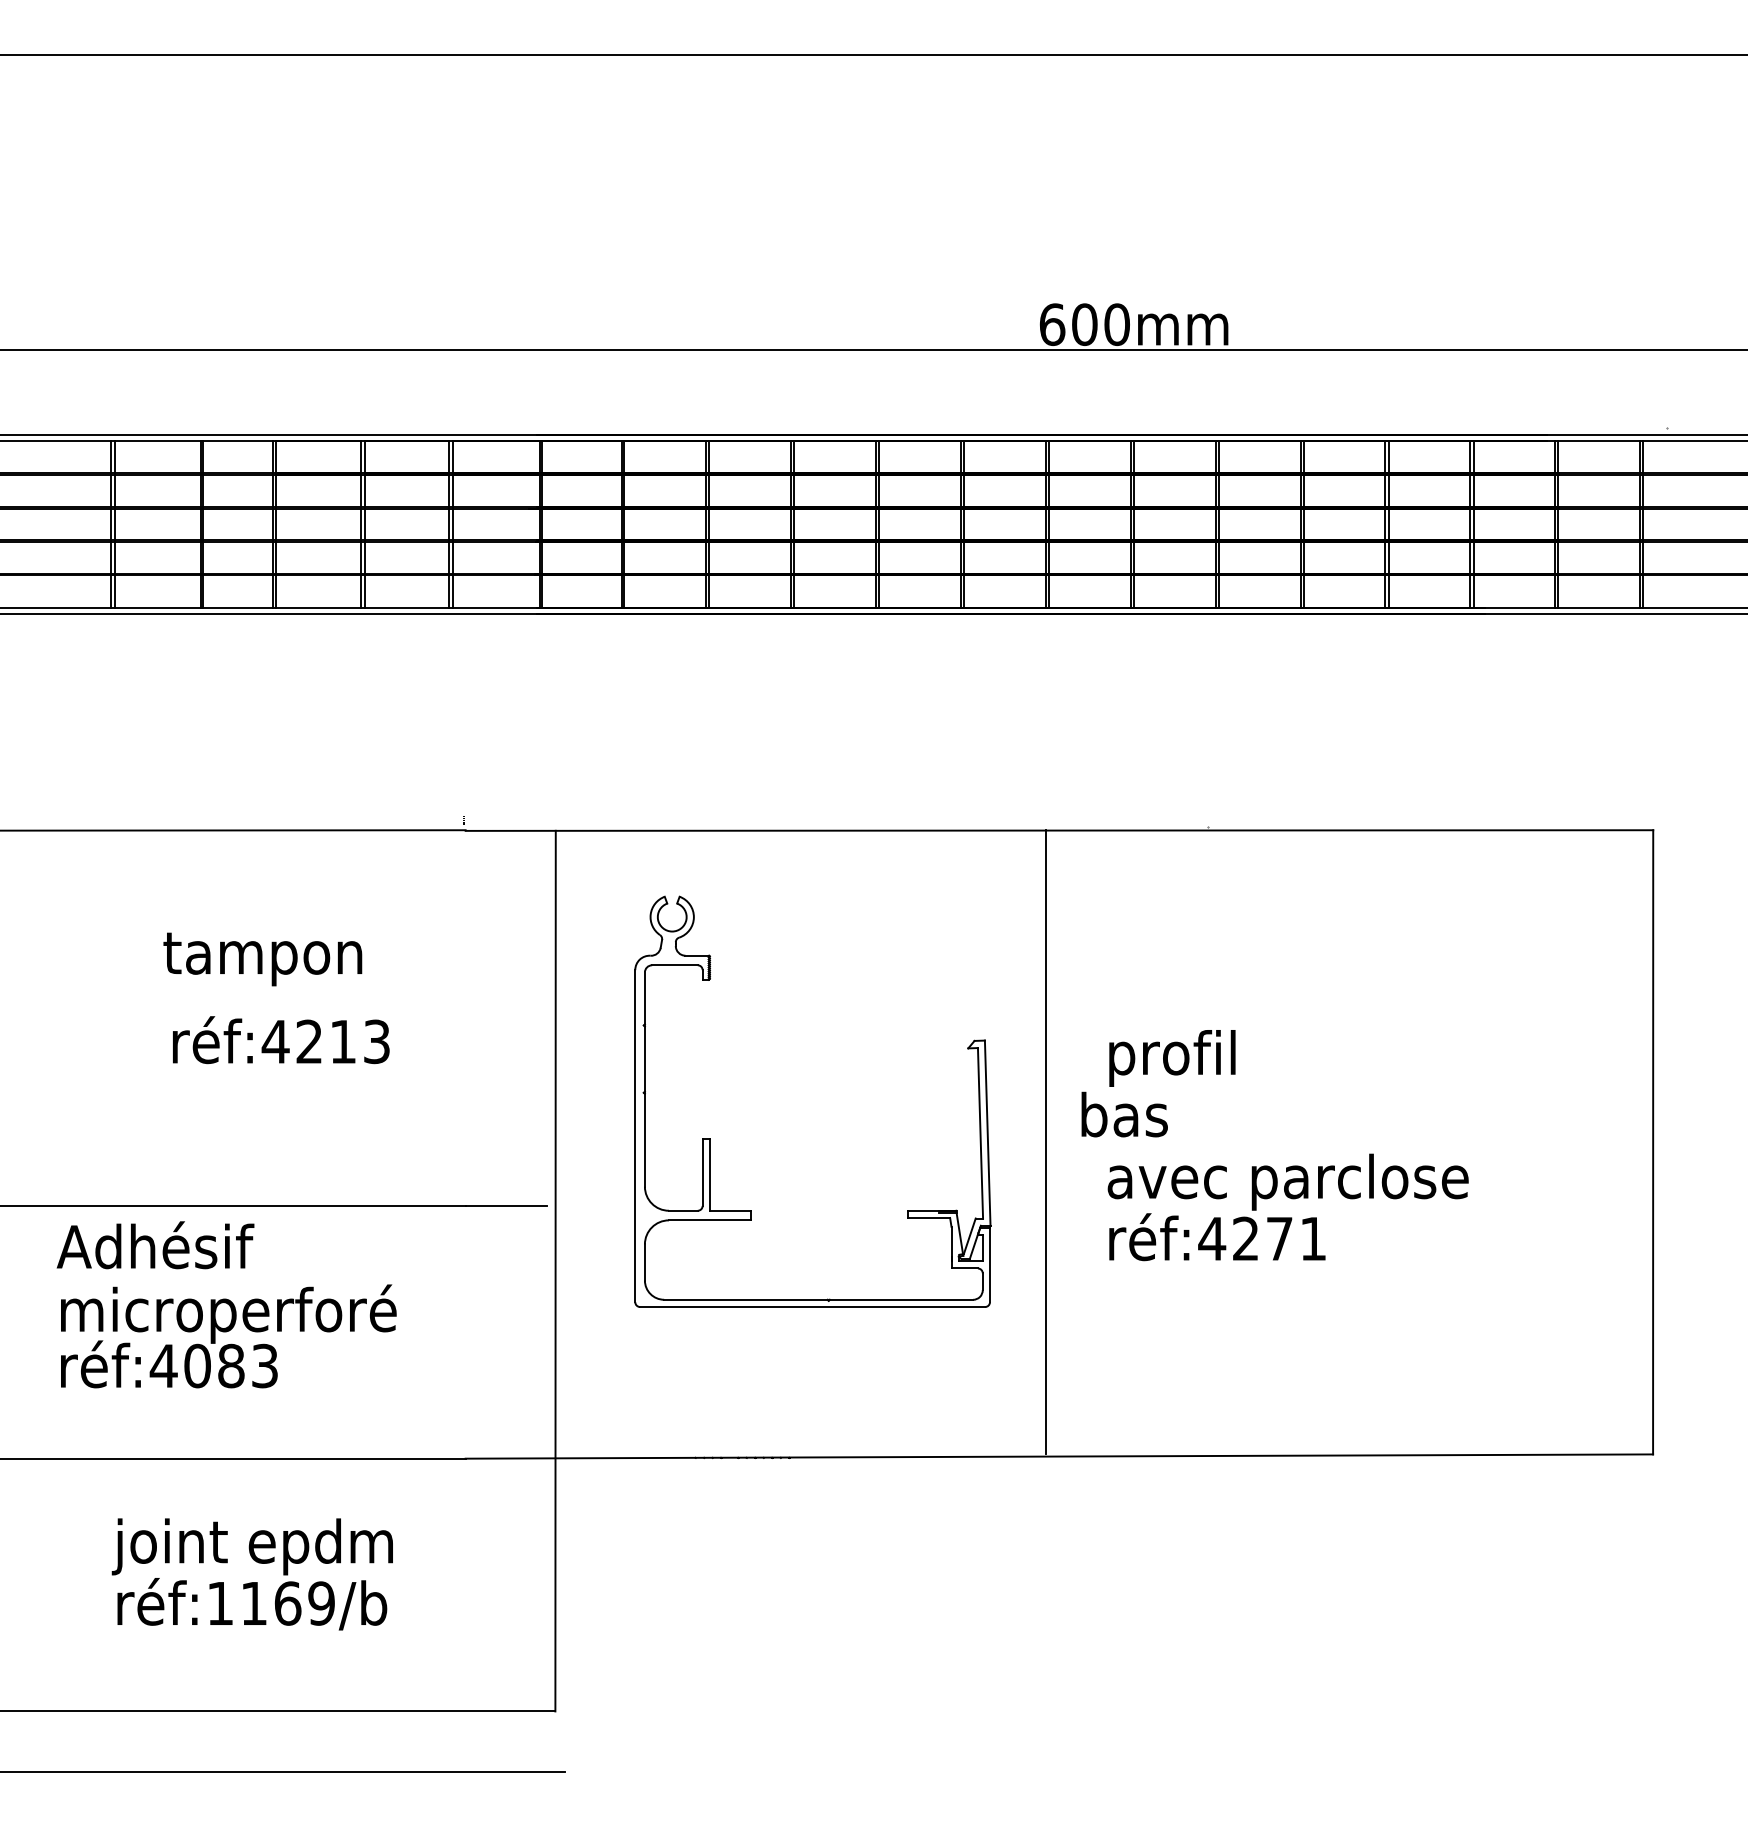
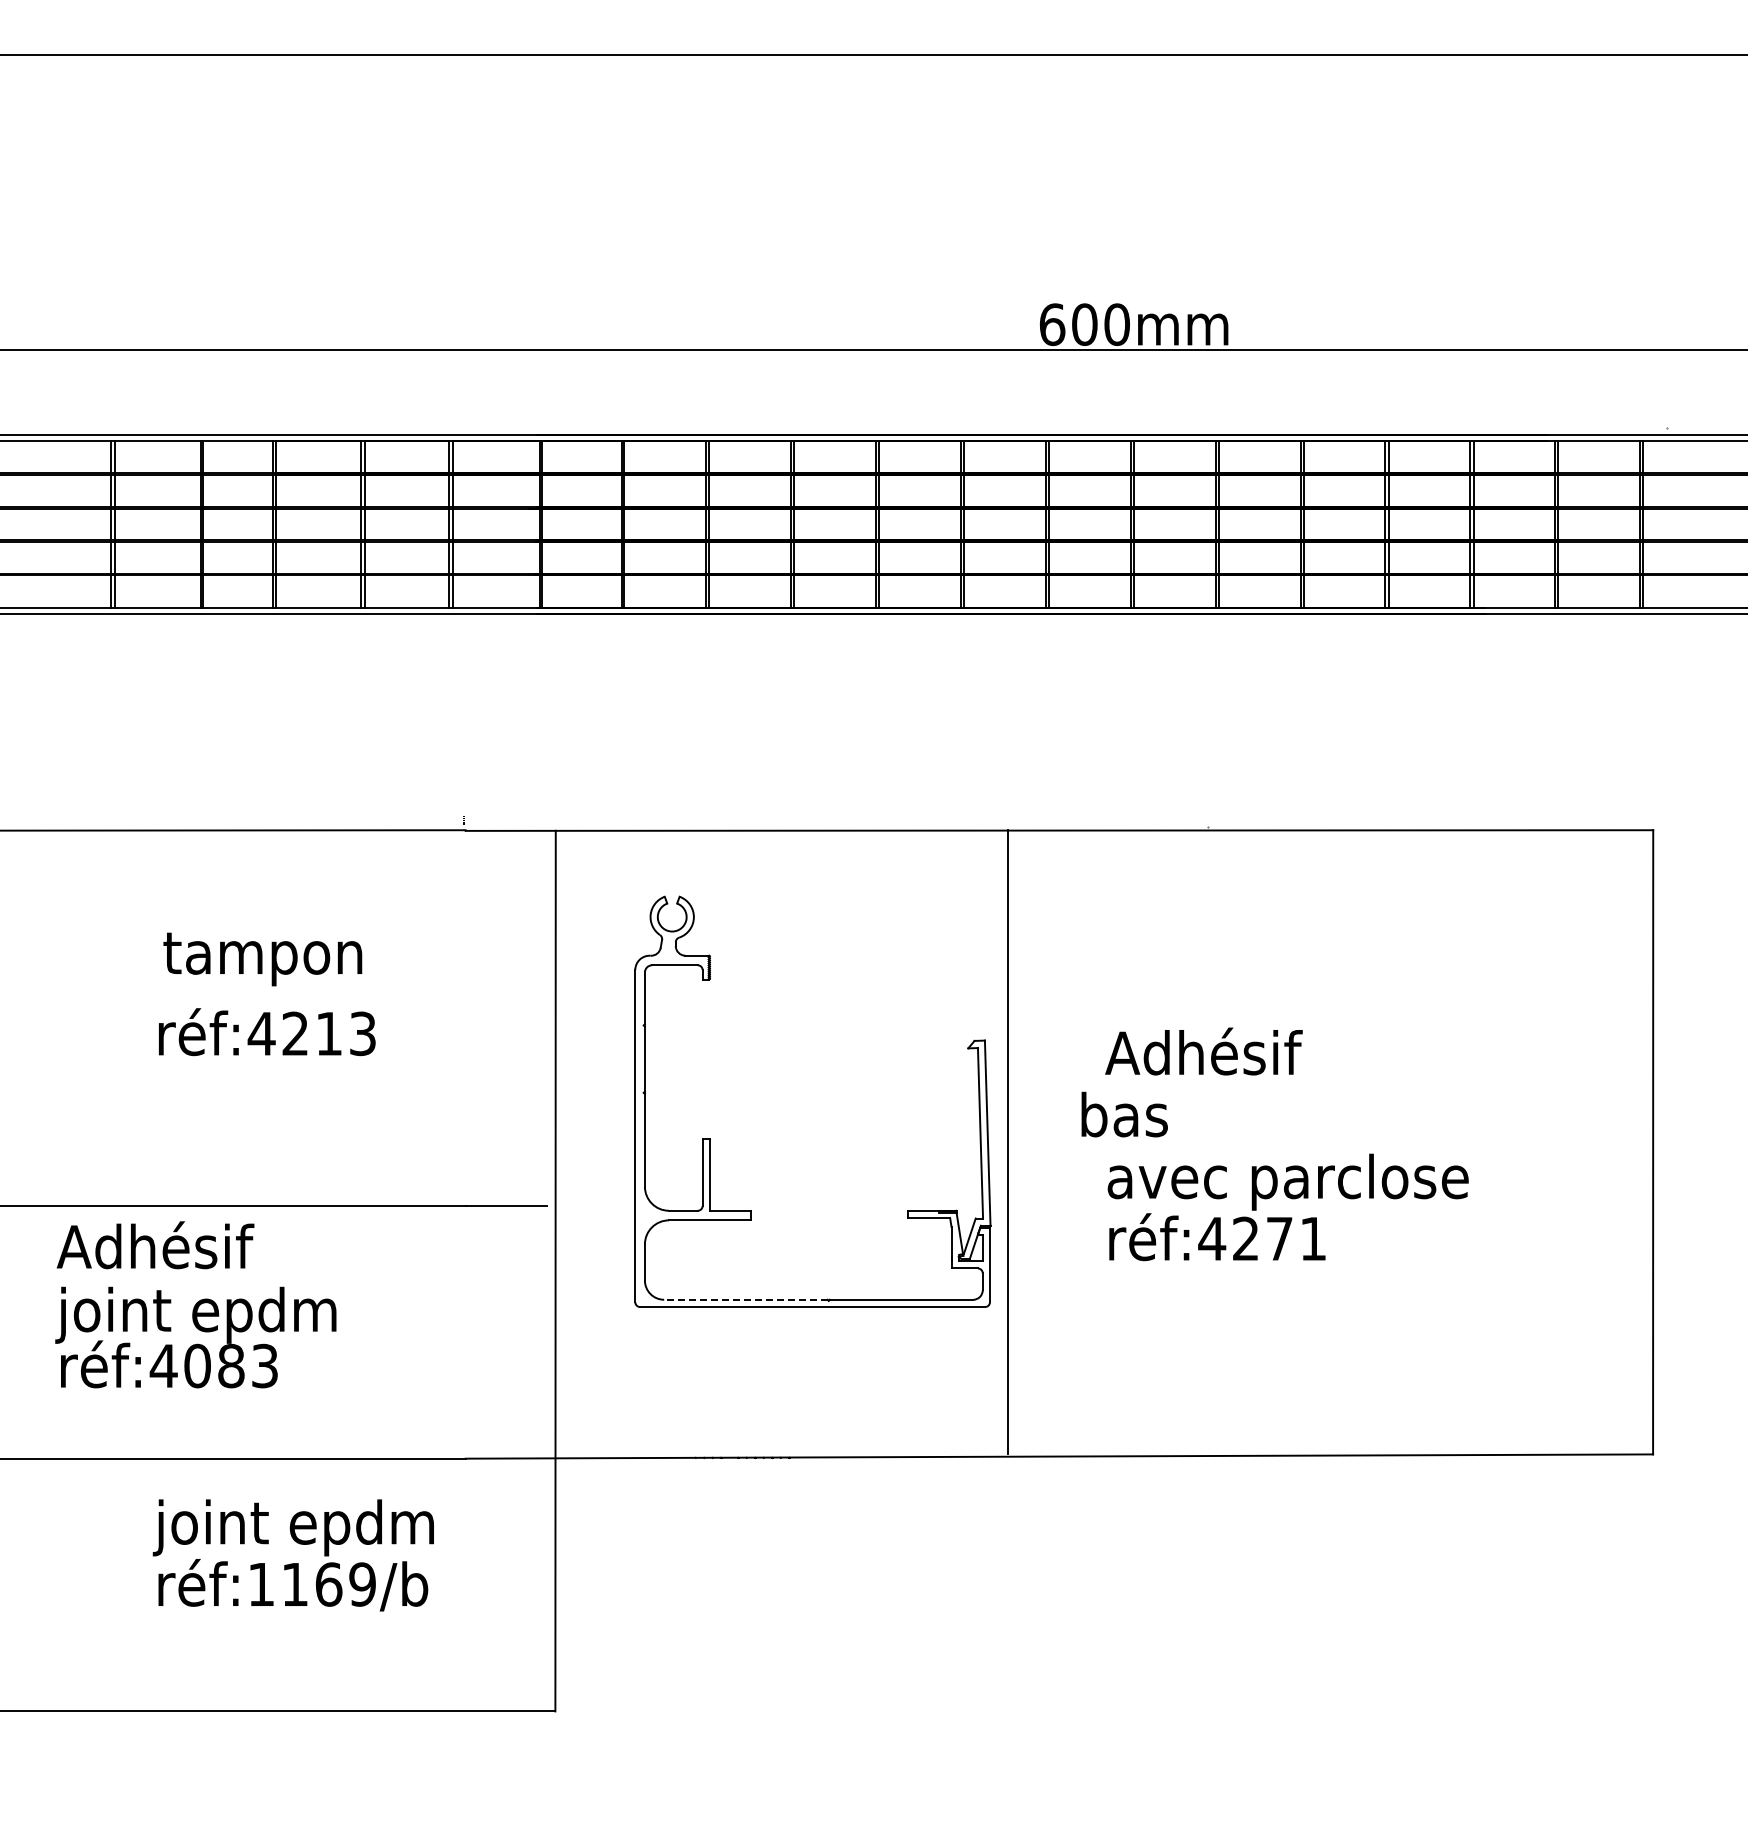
text at (281, 1040) position: (281, 1040) -> (267, 1032)
text at (1203, 1056): profil -> Adhésif
line at (1046, 1142) position: (1046, 1142) -> (1008, 1142)
line at (745, 1299): solid -> dashed
text at (225, 1313): microperforé -> joint epdm
text at (251, 1574) position: (251, 1574) -> (292, 1555)
line at (283, 1771): present -> none
